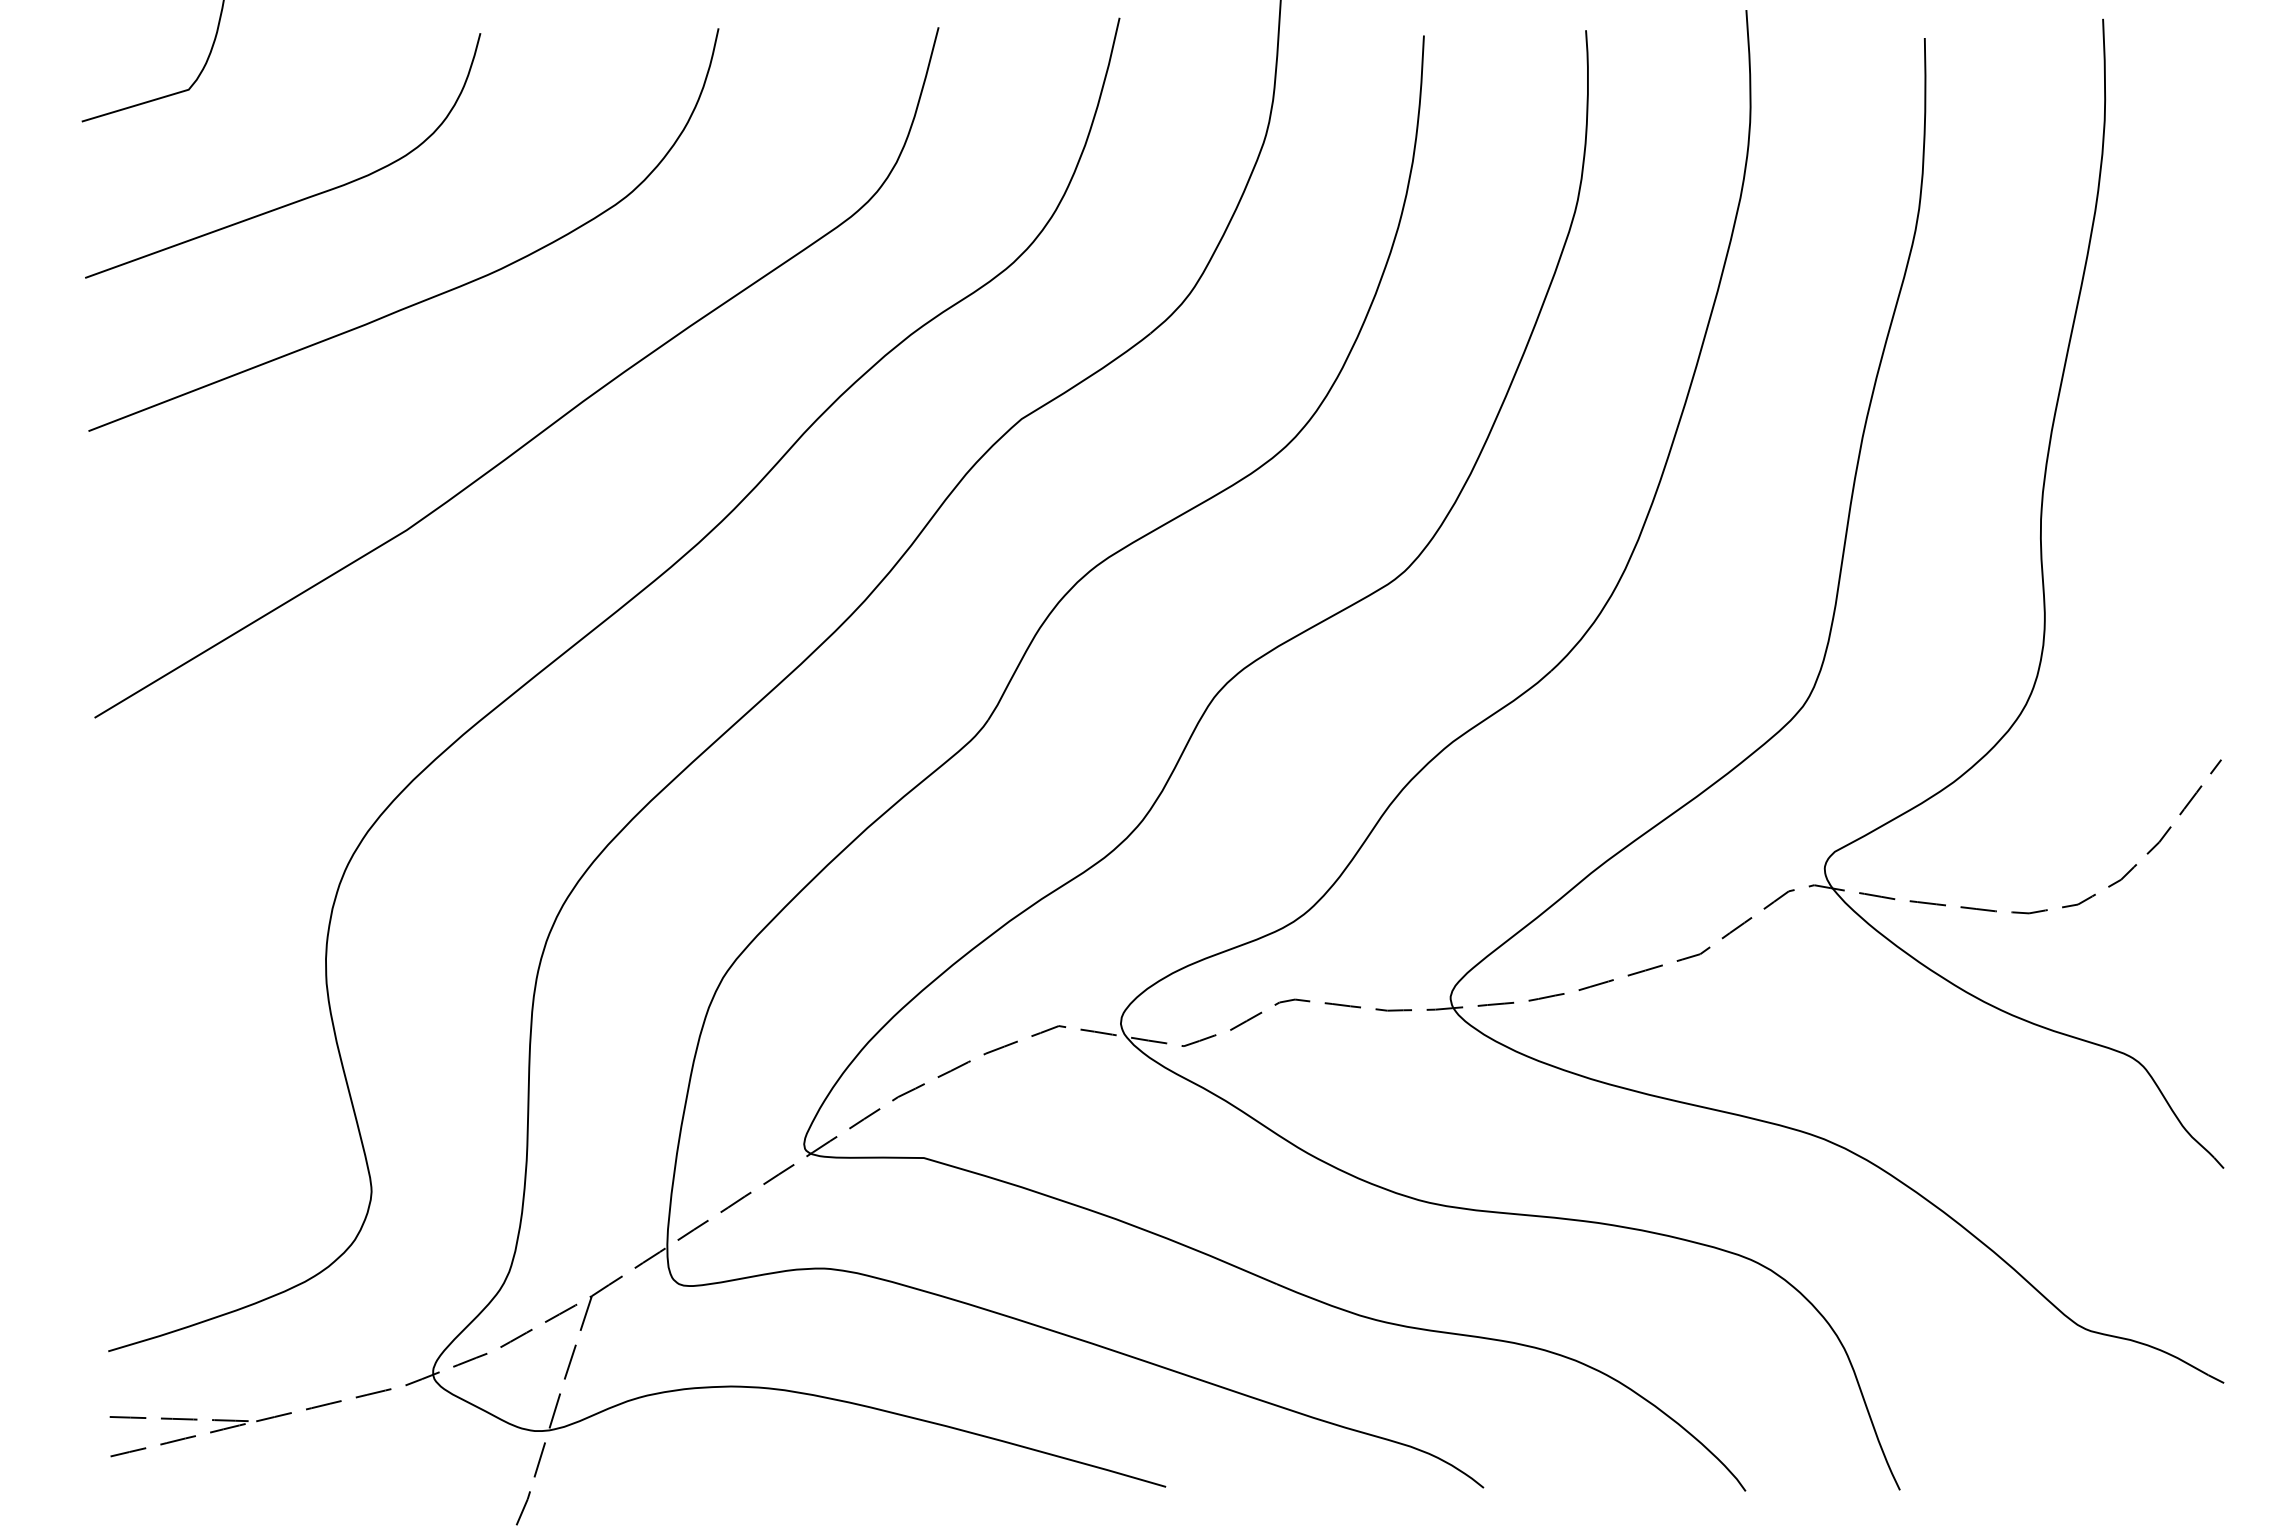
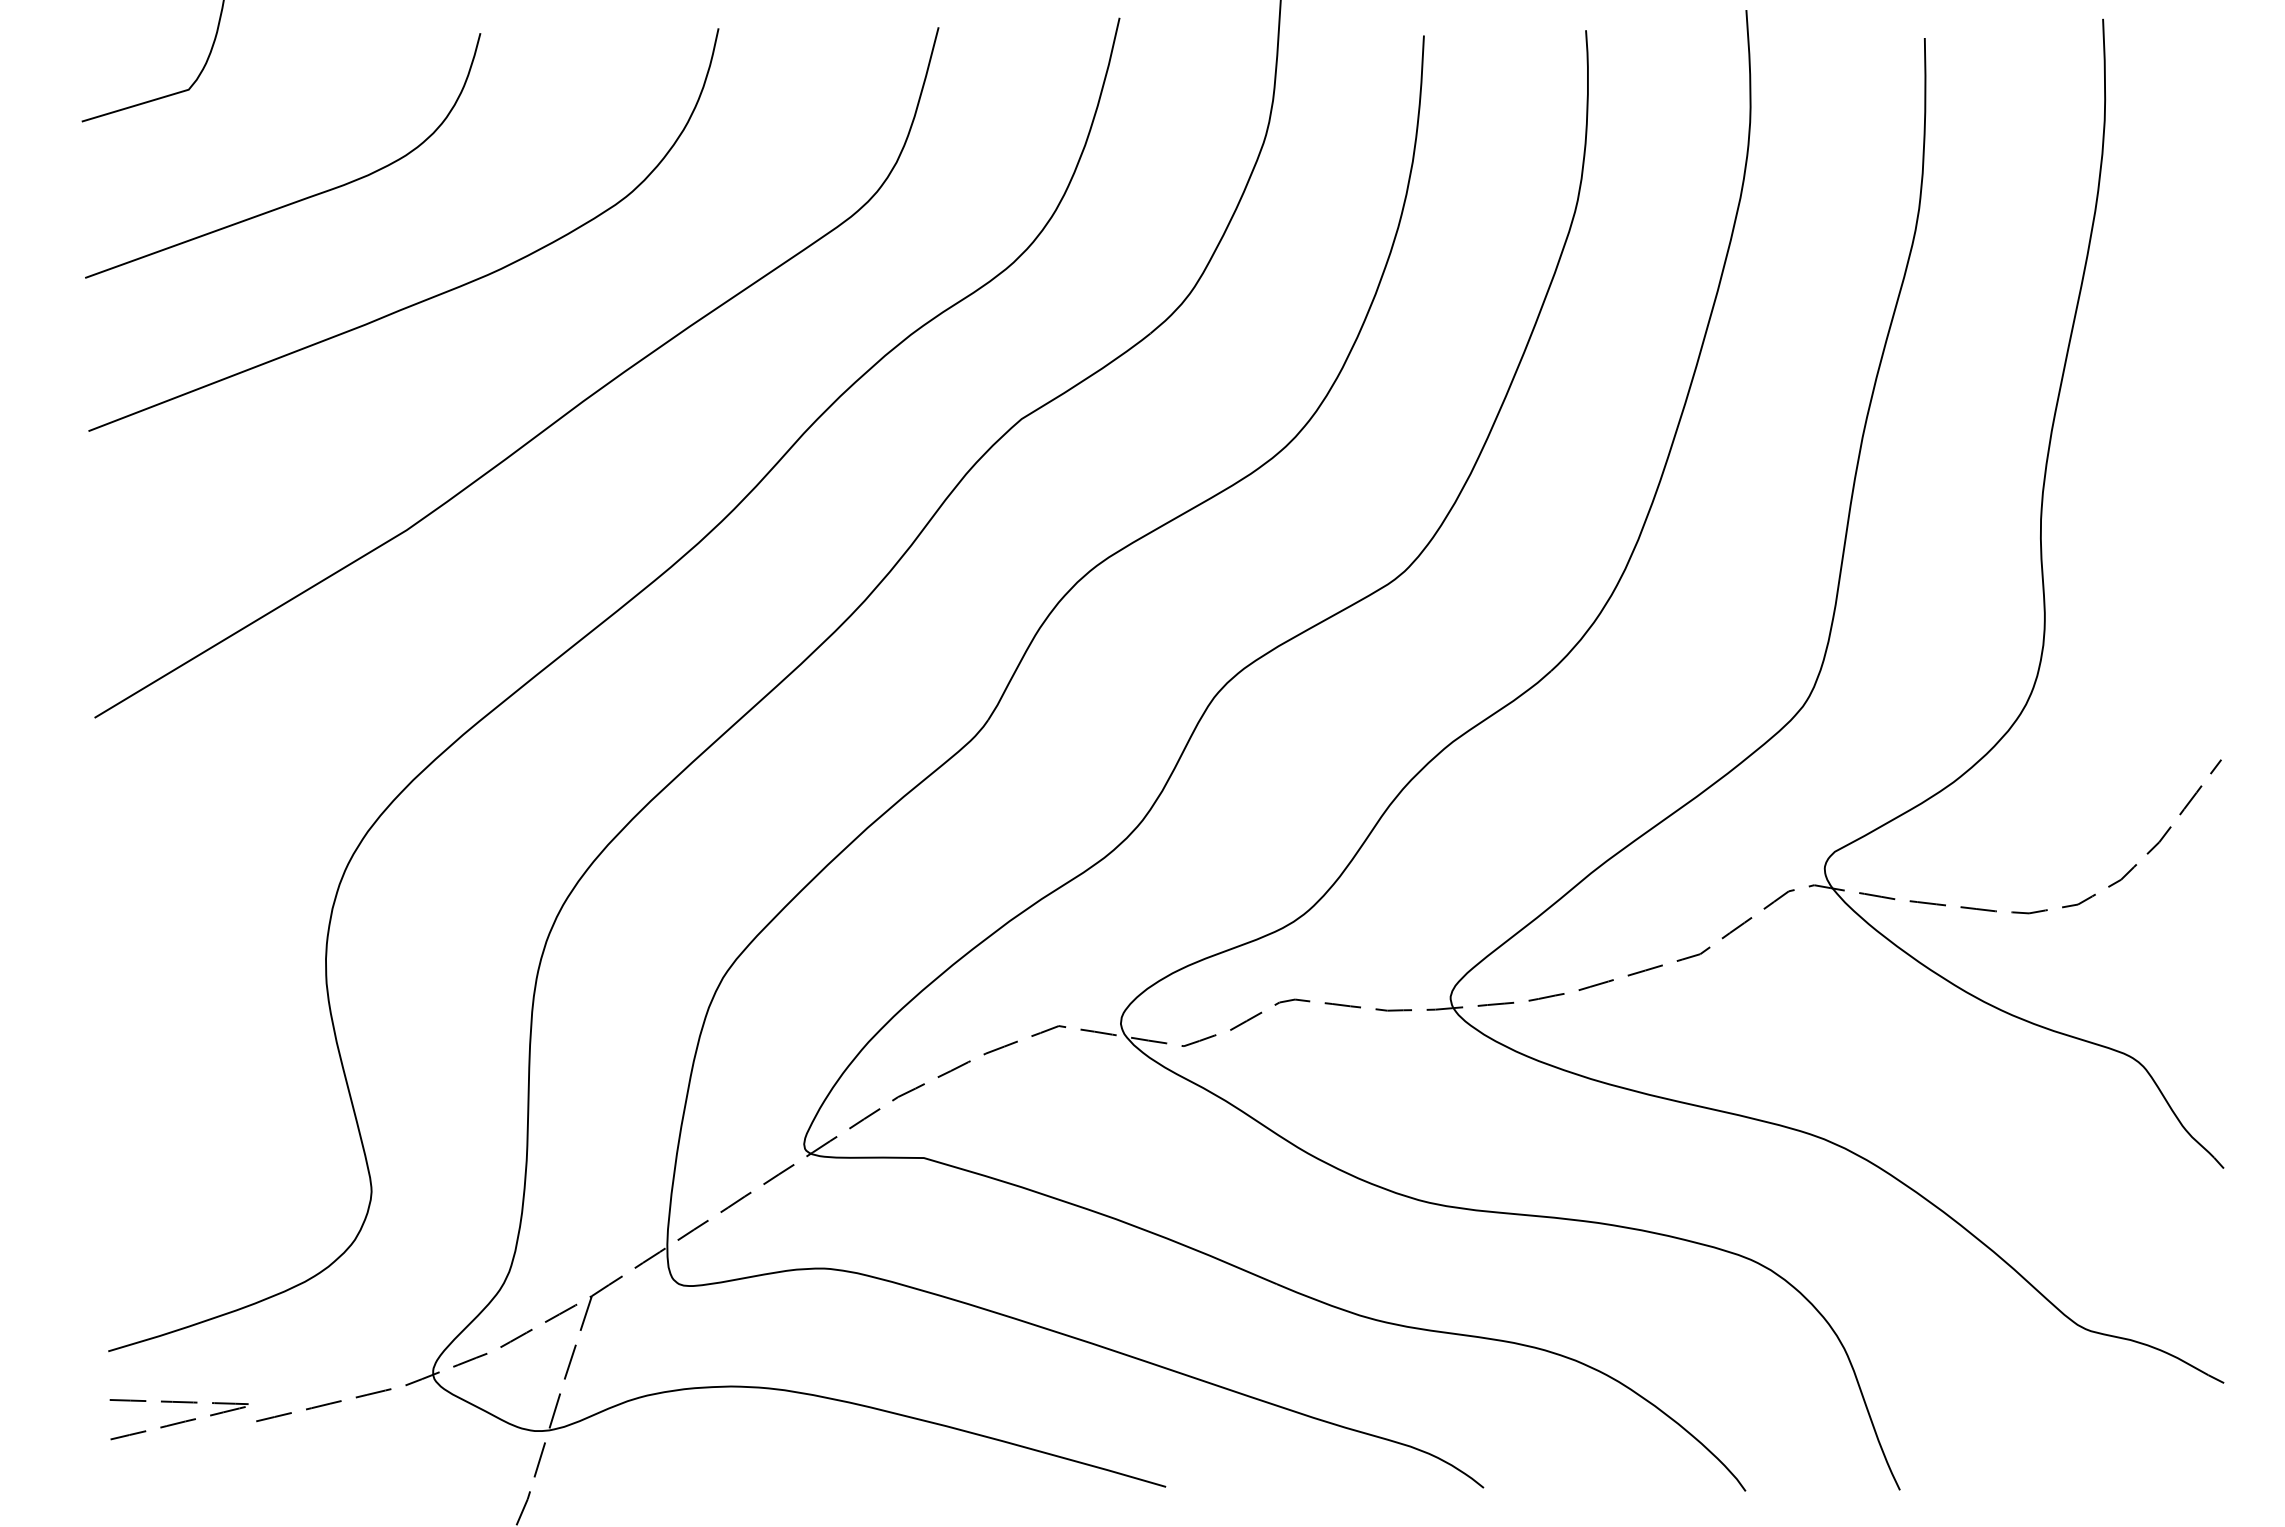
part at (178, 1436) position: (178, 1436) -> (178, 1419)
